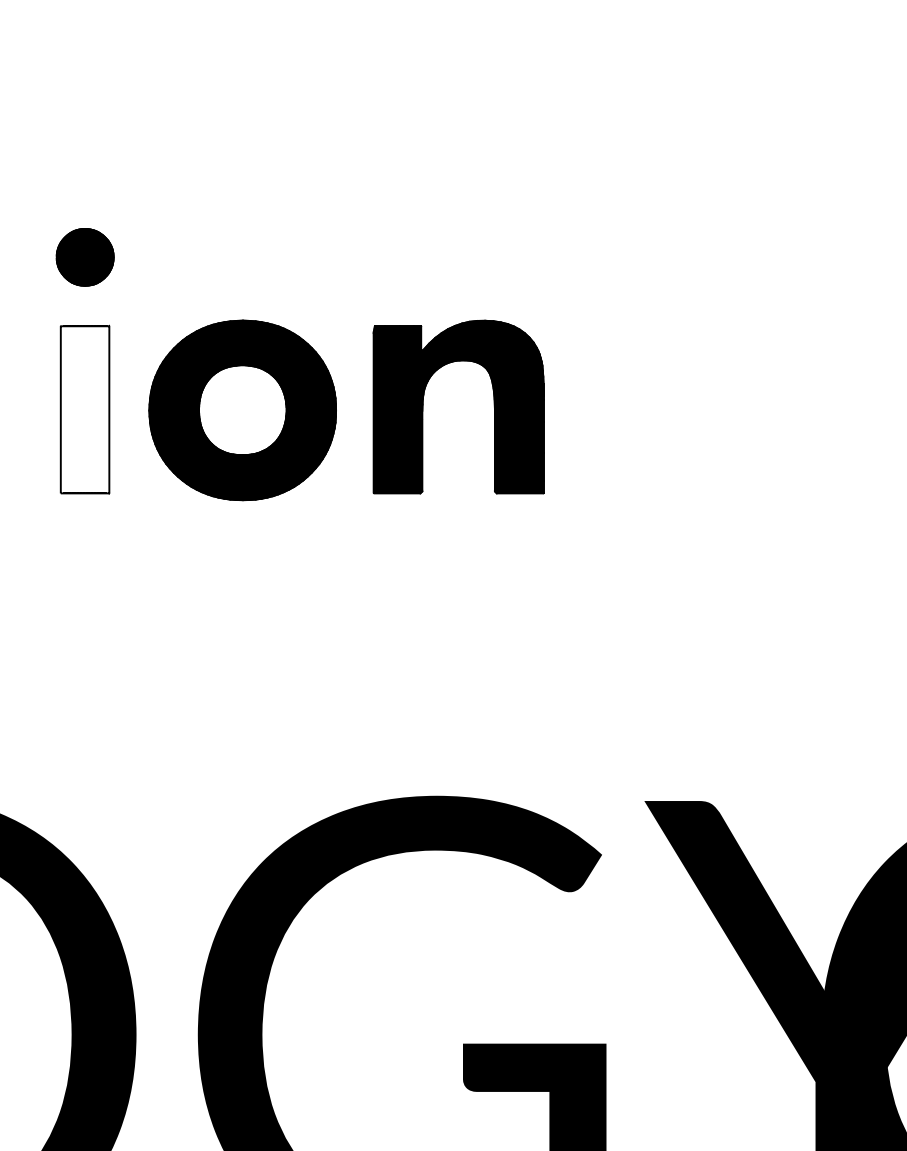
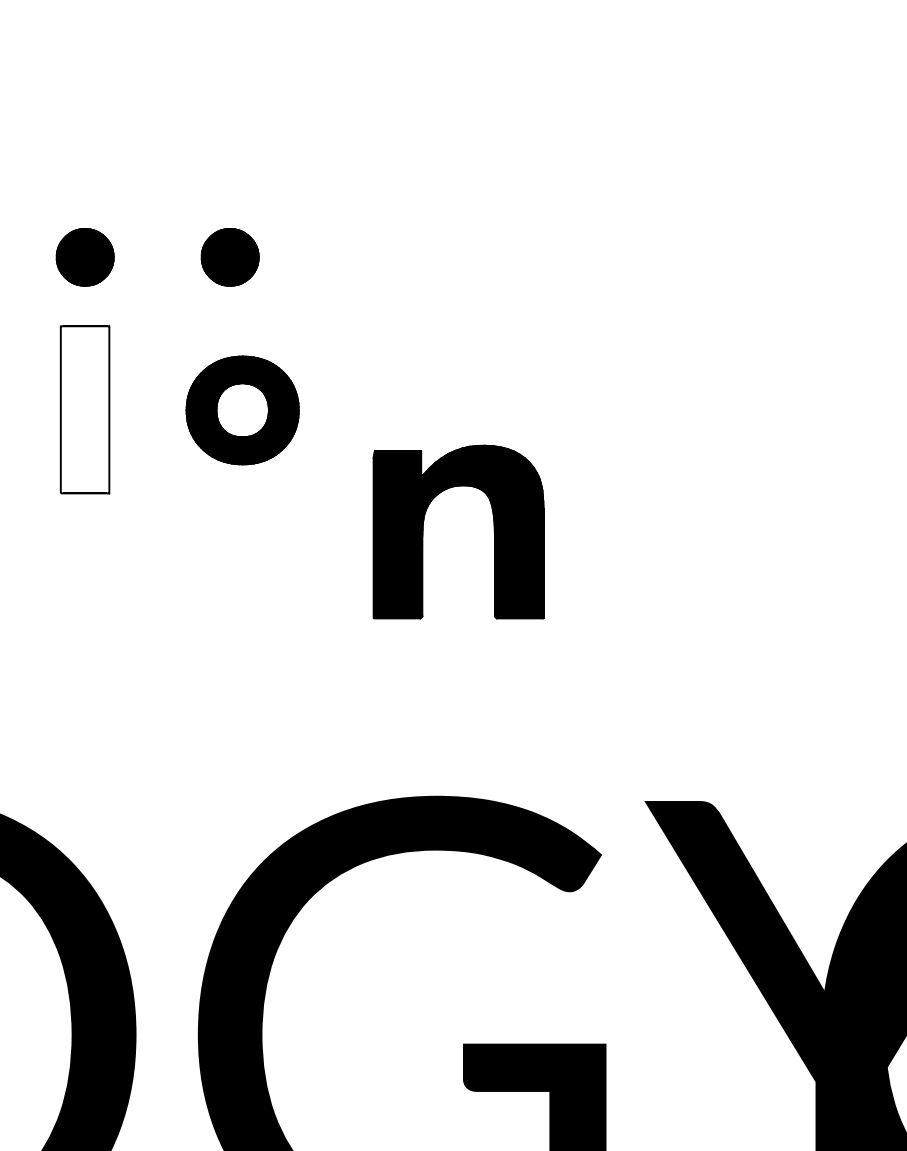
part at (229, 257): none -> present
part at (423, 406) position: (423, 406) -> (423, 531)
part at (242, 410) size: 189x183 px -> 115x111 px
